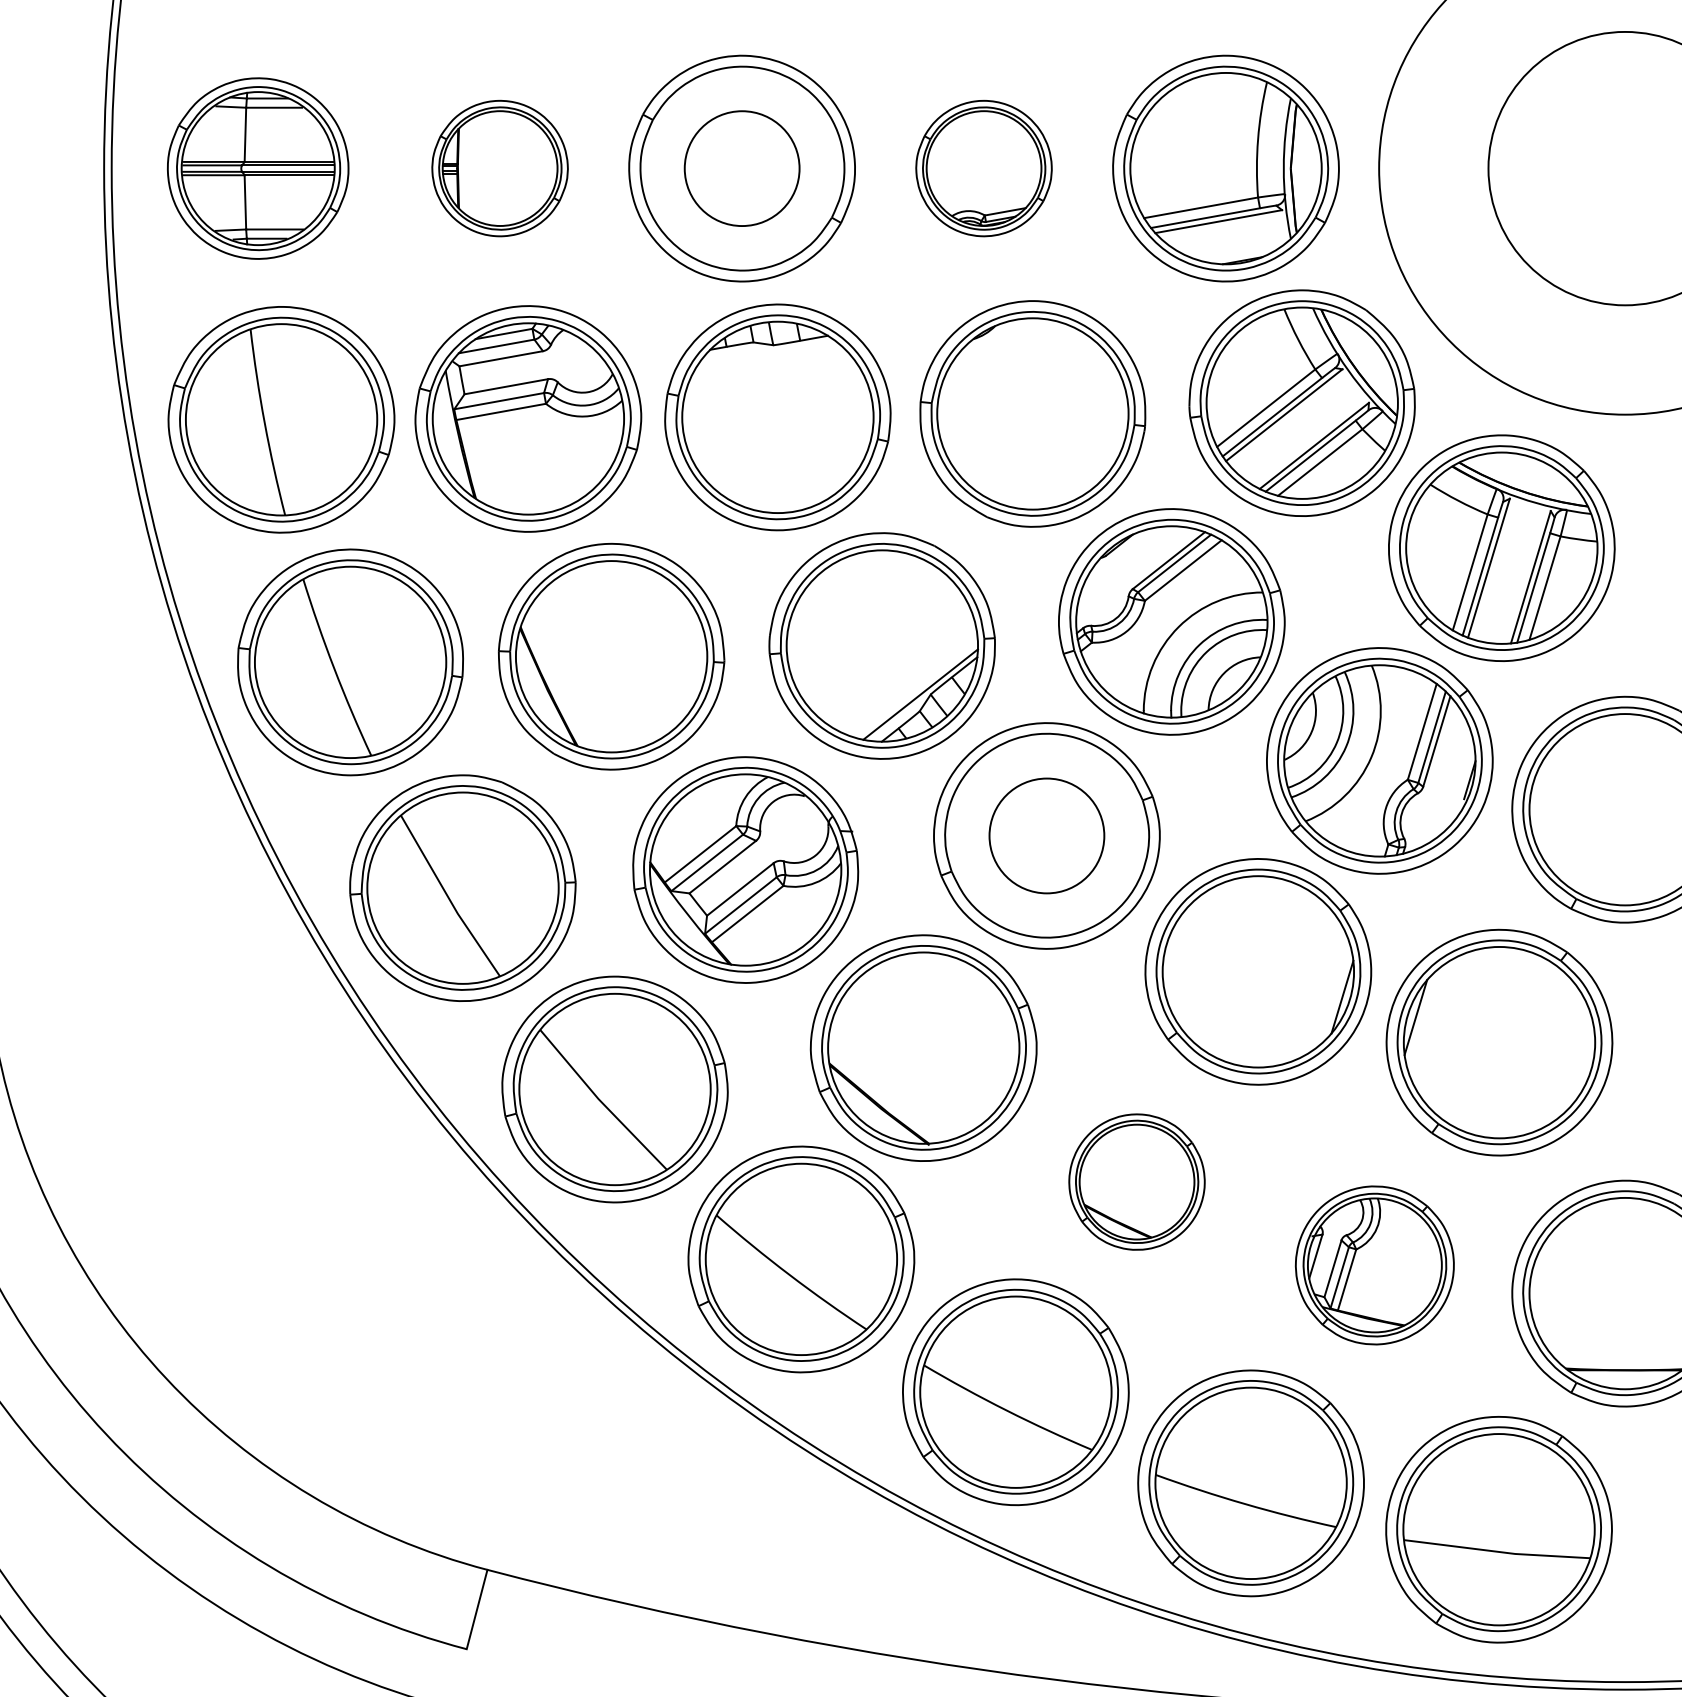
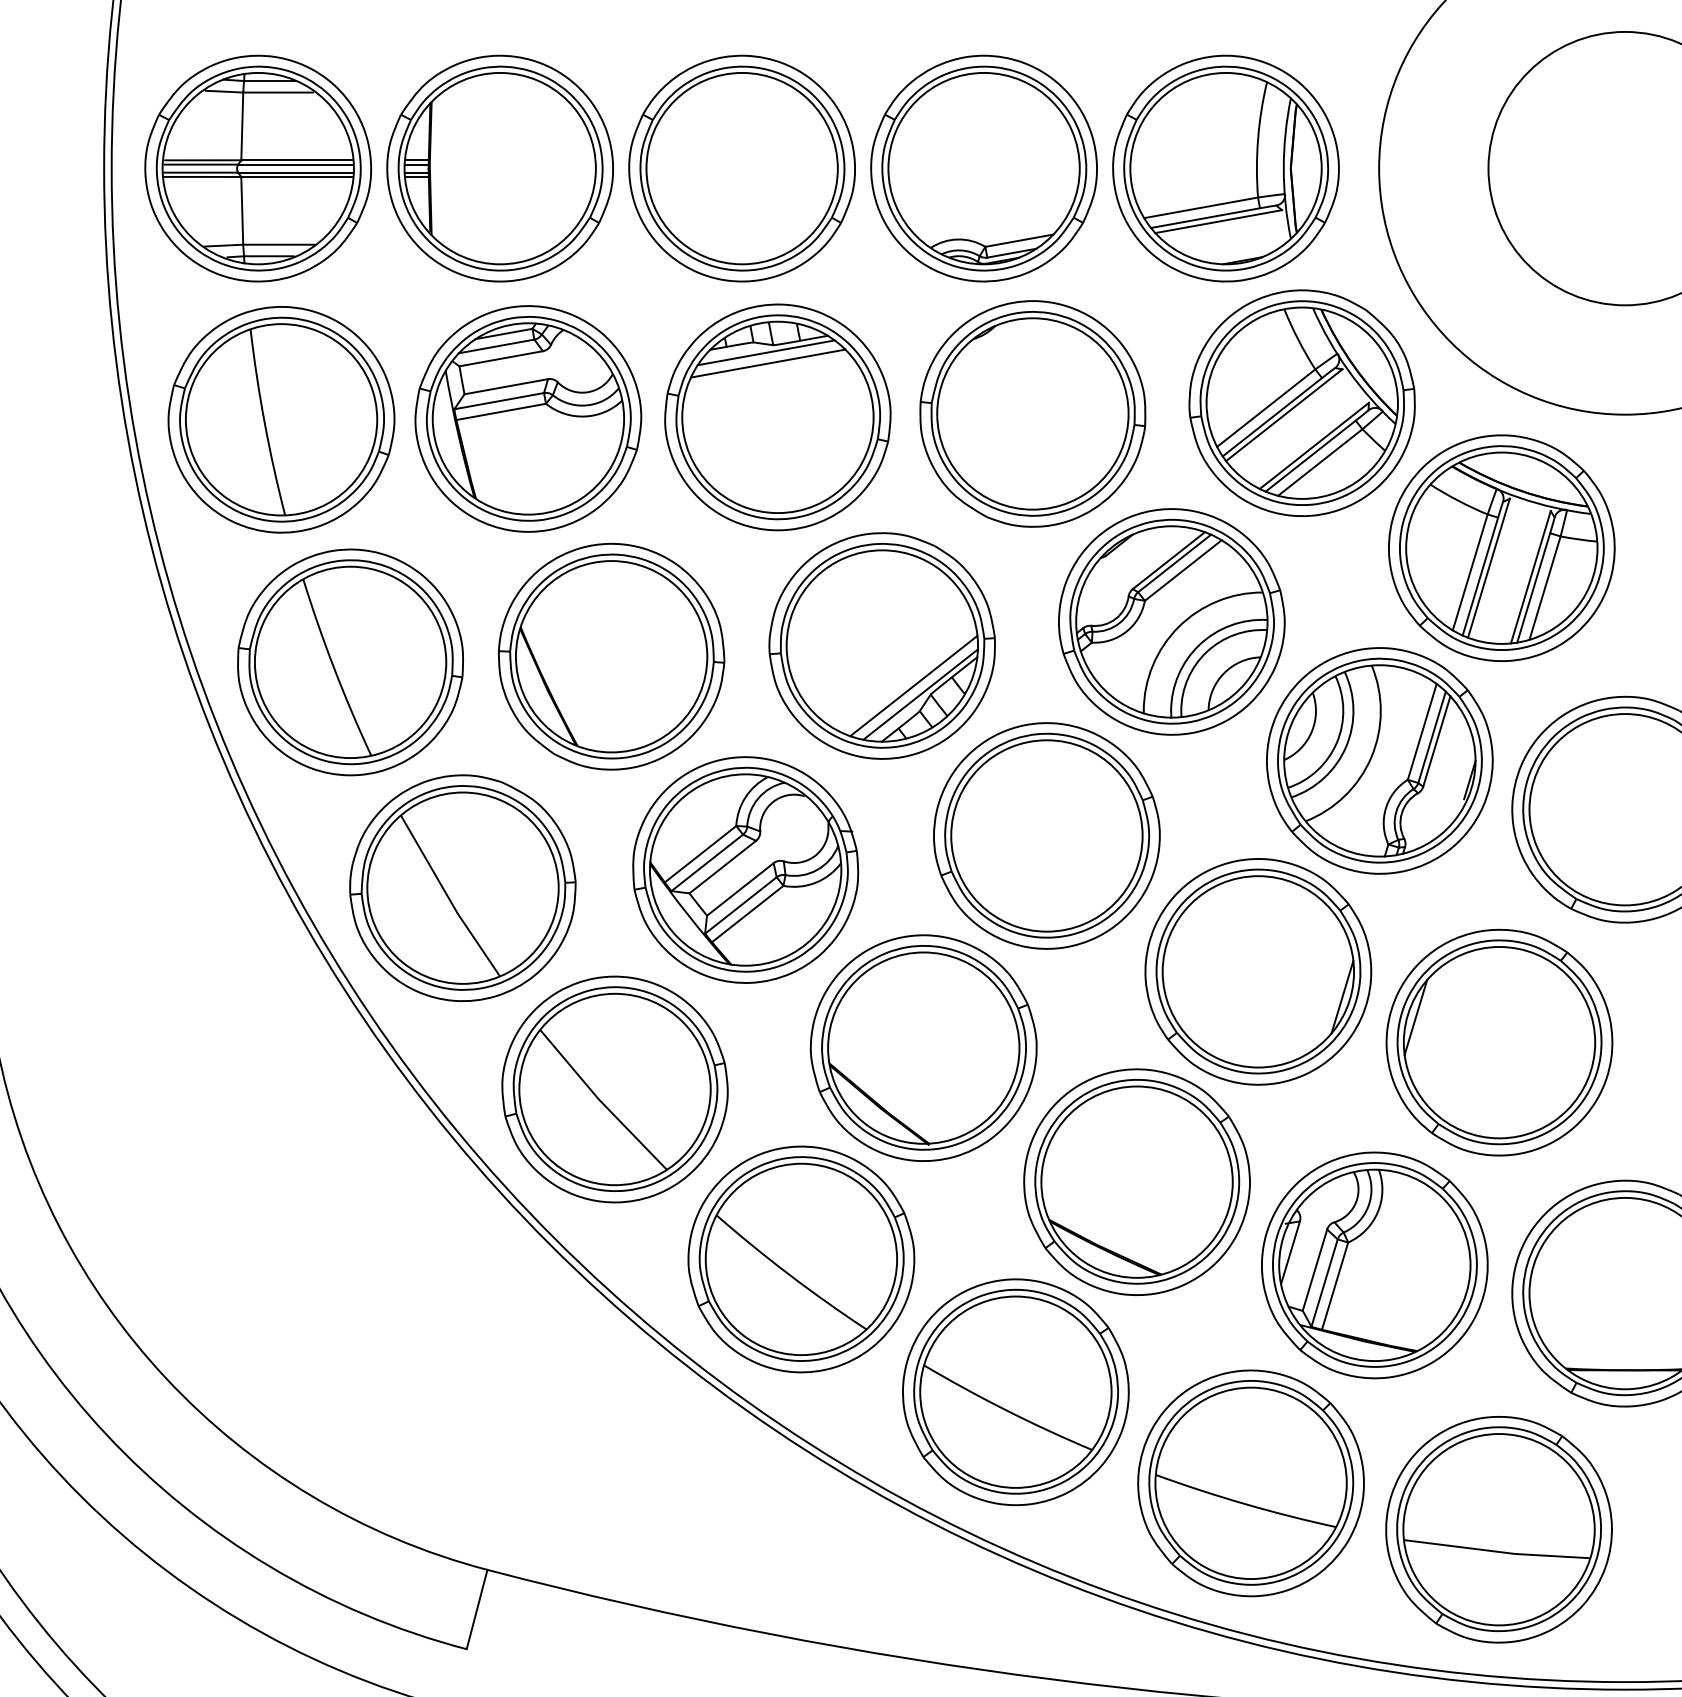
part at (258, 168) size: 183x183 px -> 228x229 px
part at (499, 168) size: 138x139 px -> 228x229 px
circle at (741, 168) diameter: 115 px -> 191 px
part at (983, 168) size: 138x138 px -> 228x229 px
line at (765, 352): none -> present
line at (767, 363): none -> present
line at (913, 685): none -> present
circle at (1046, 835) diameter: 115 px -> 191 px
part at (1136, 1181) size: 138x138 px -> 228x228 px
part at (1374, 1265) size: 161x161 px -> 228x229 px
